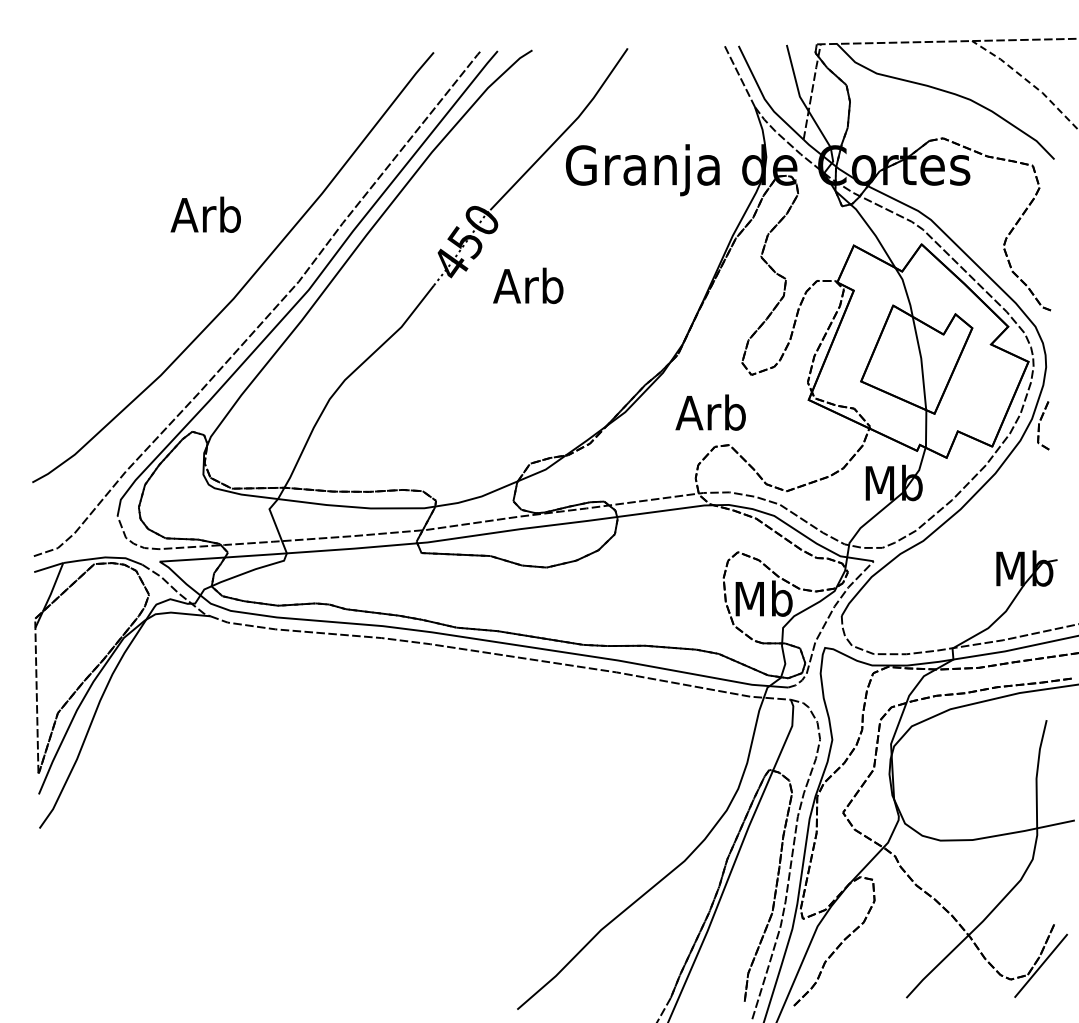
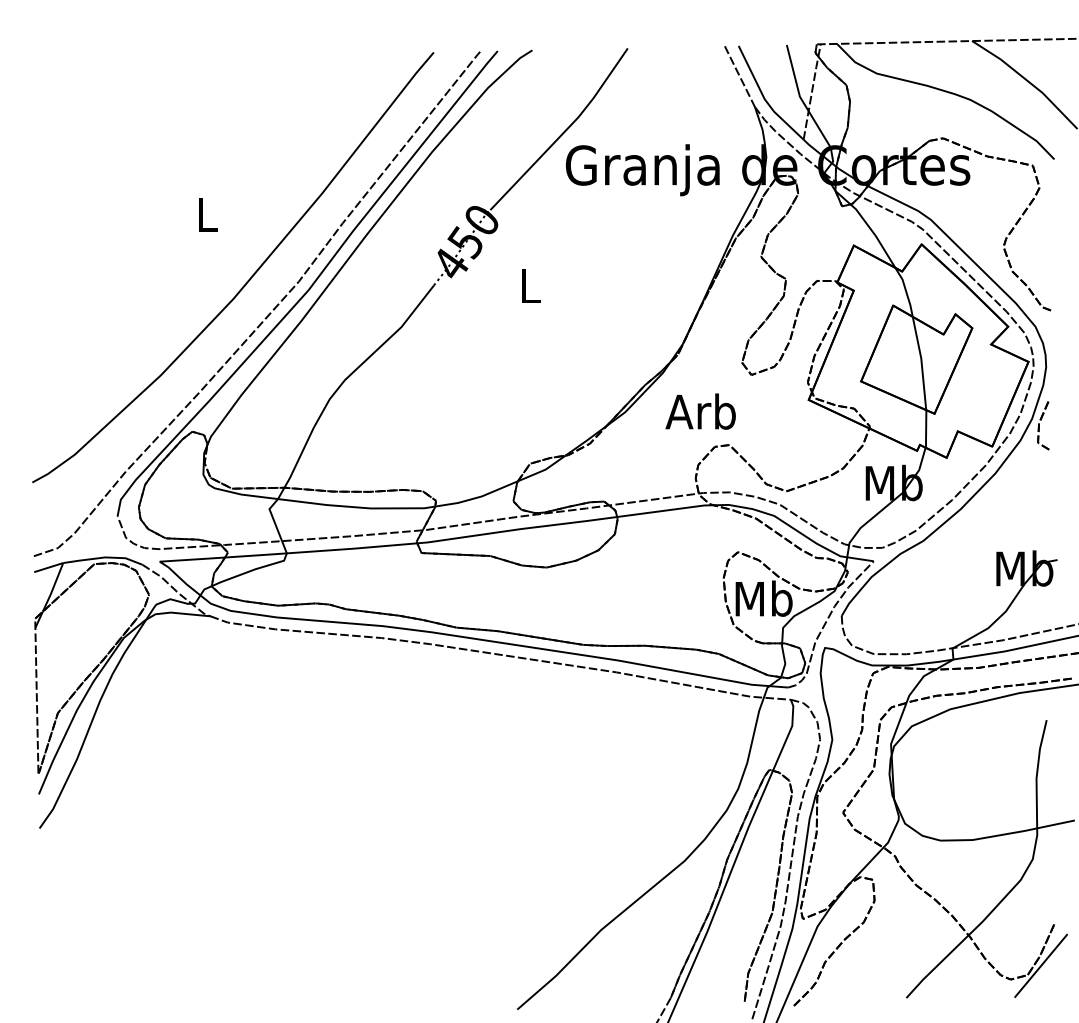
line at (1027, 81): dashed -> solid
text at (205, 214): Arb -> L
text at (528, 285): Arb -> L
text at (710, 412) position: (710, 412) -> (700, 411)
